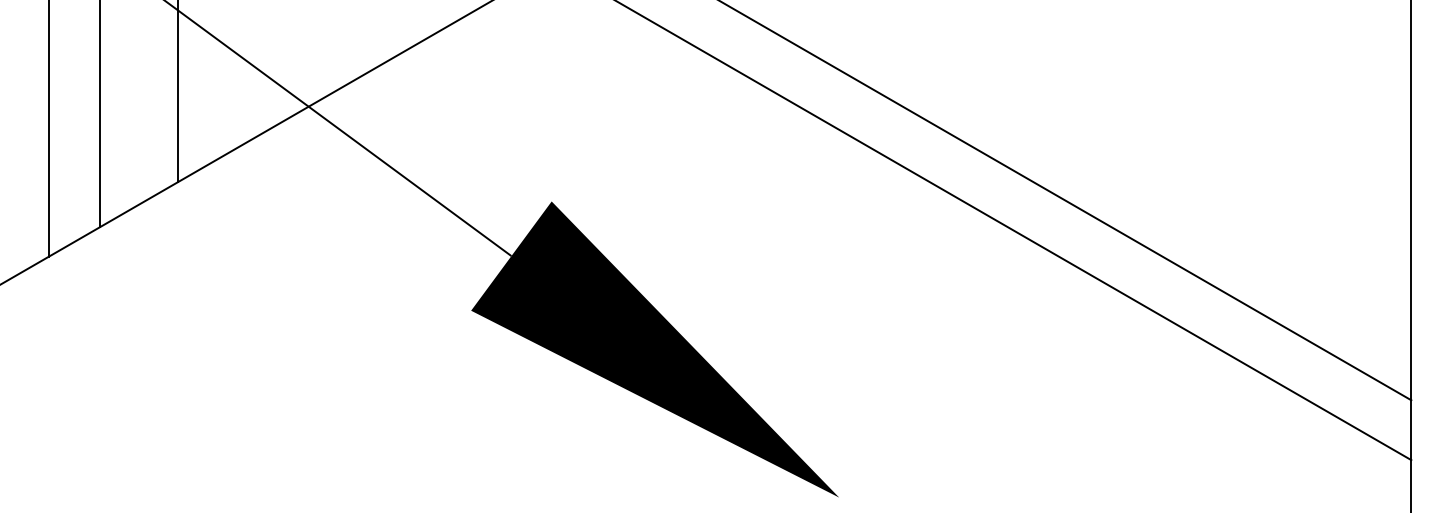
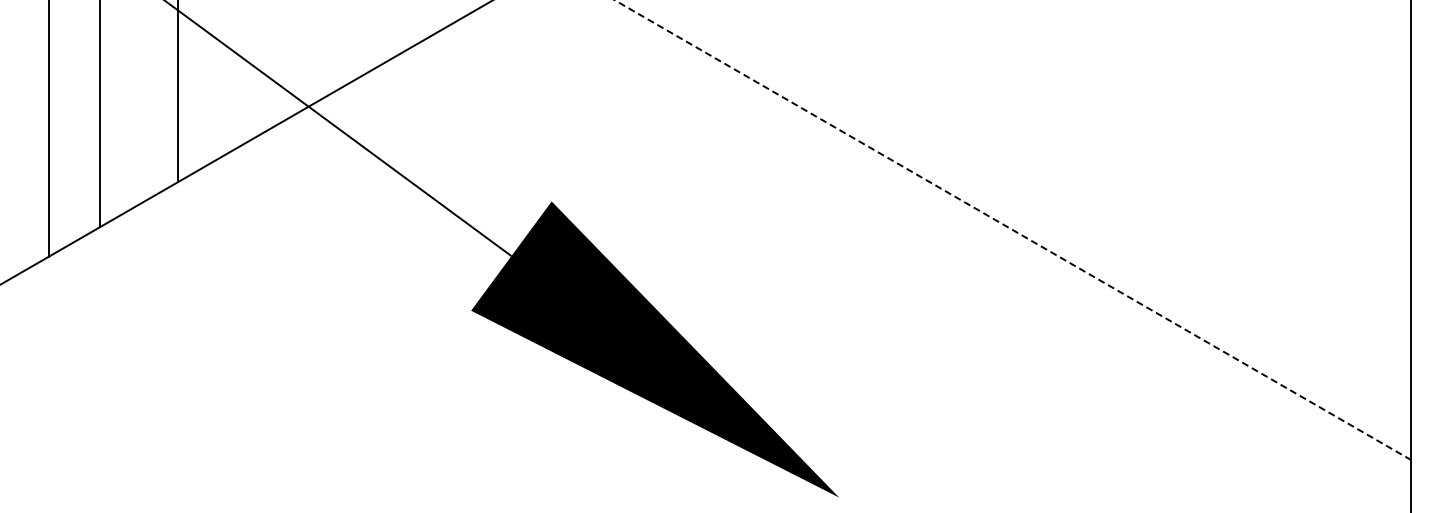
line at (1066, 201): present -> none
line at (1012, 229): solid -> dashed
